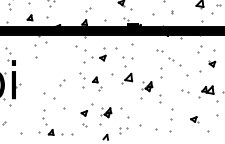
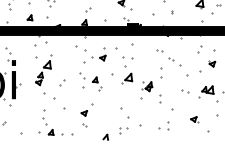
part at (43, 70): none -> present
part at (105, 116): present -> none
part at (163, 125) size: 18x15 px -> 12x10 px
